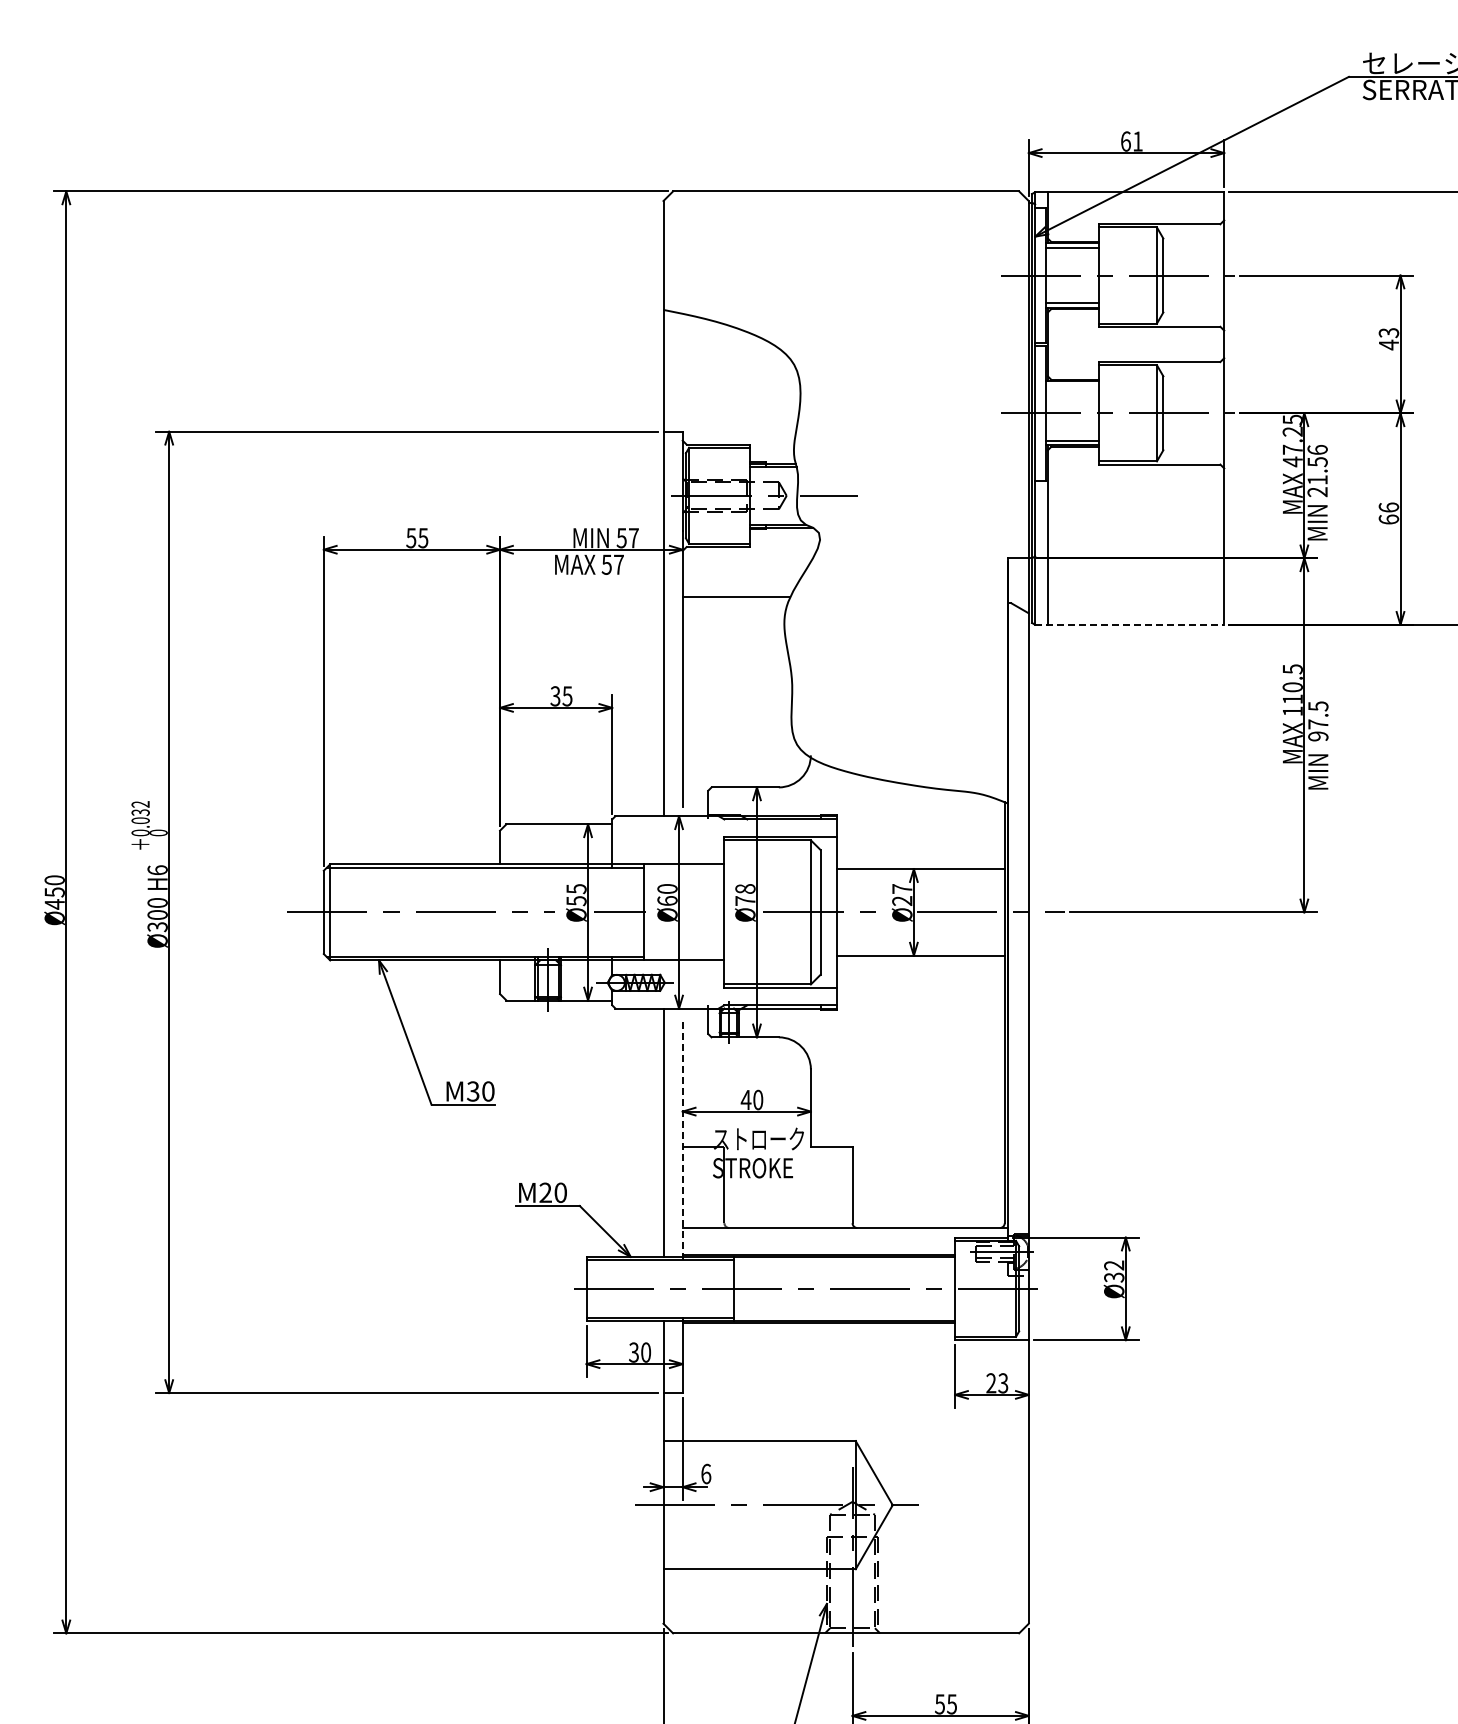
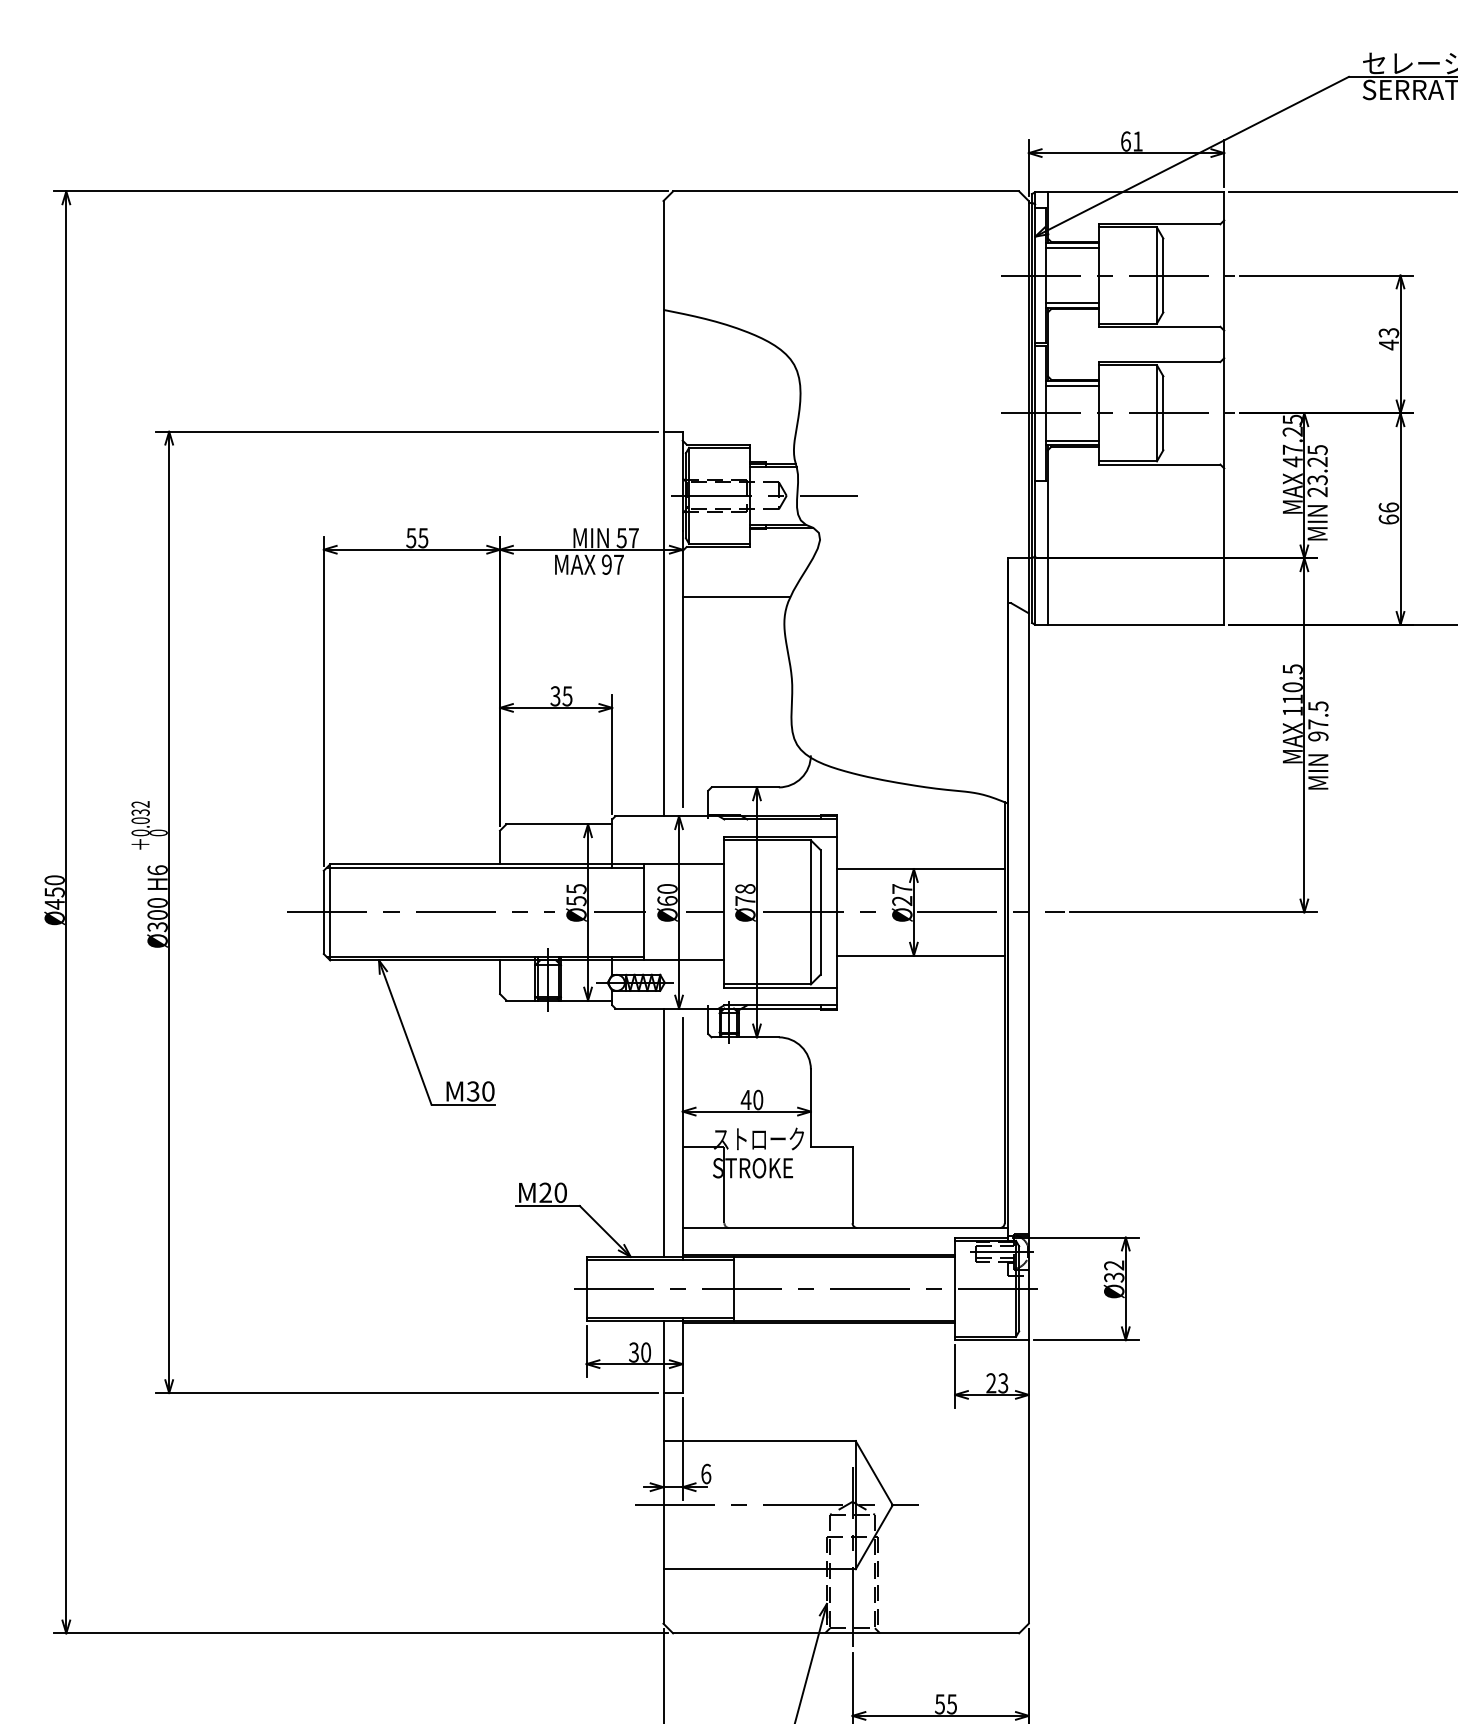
line at (1072, 385): none -> present
text at (1317, 465): 21.56 -> 23.25
text at (606, 564): 57 -> 97
line at (1129, 624): dashed -> solid
line at (704, 912): none -> present
line at (682, 1139): dashed -> solid
